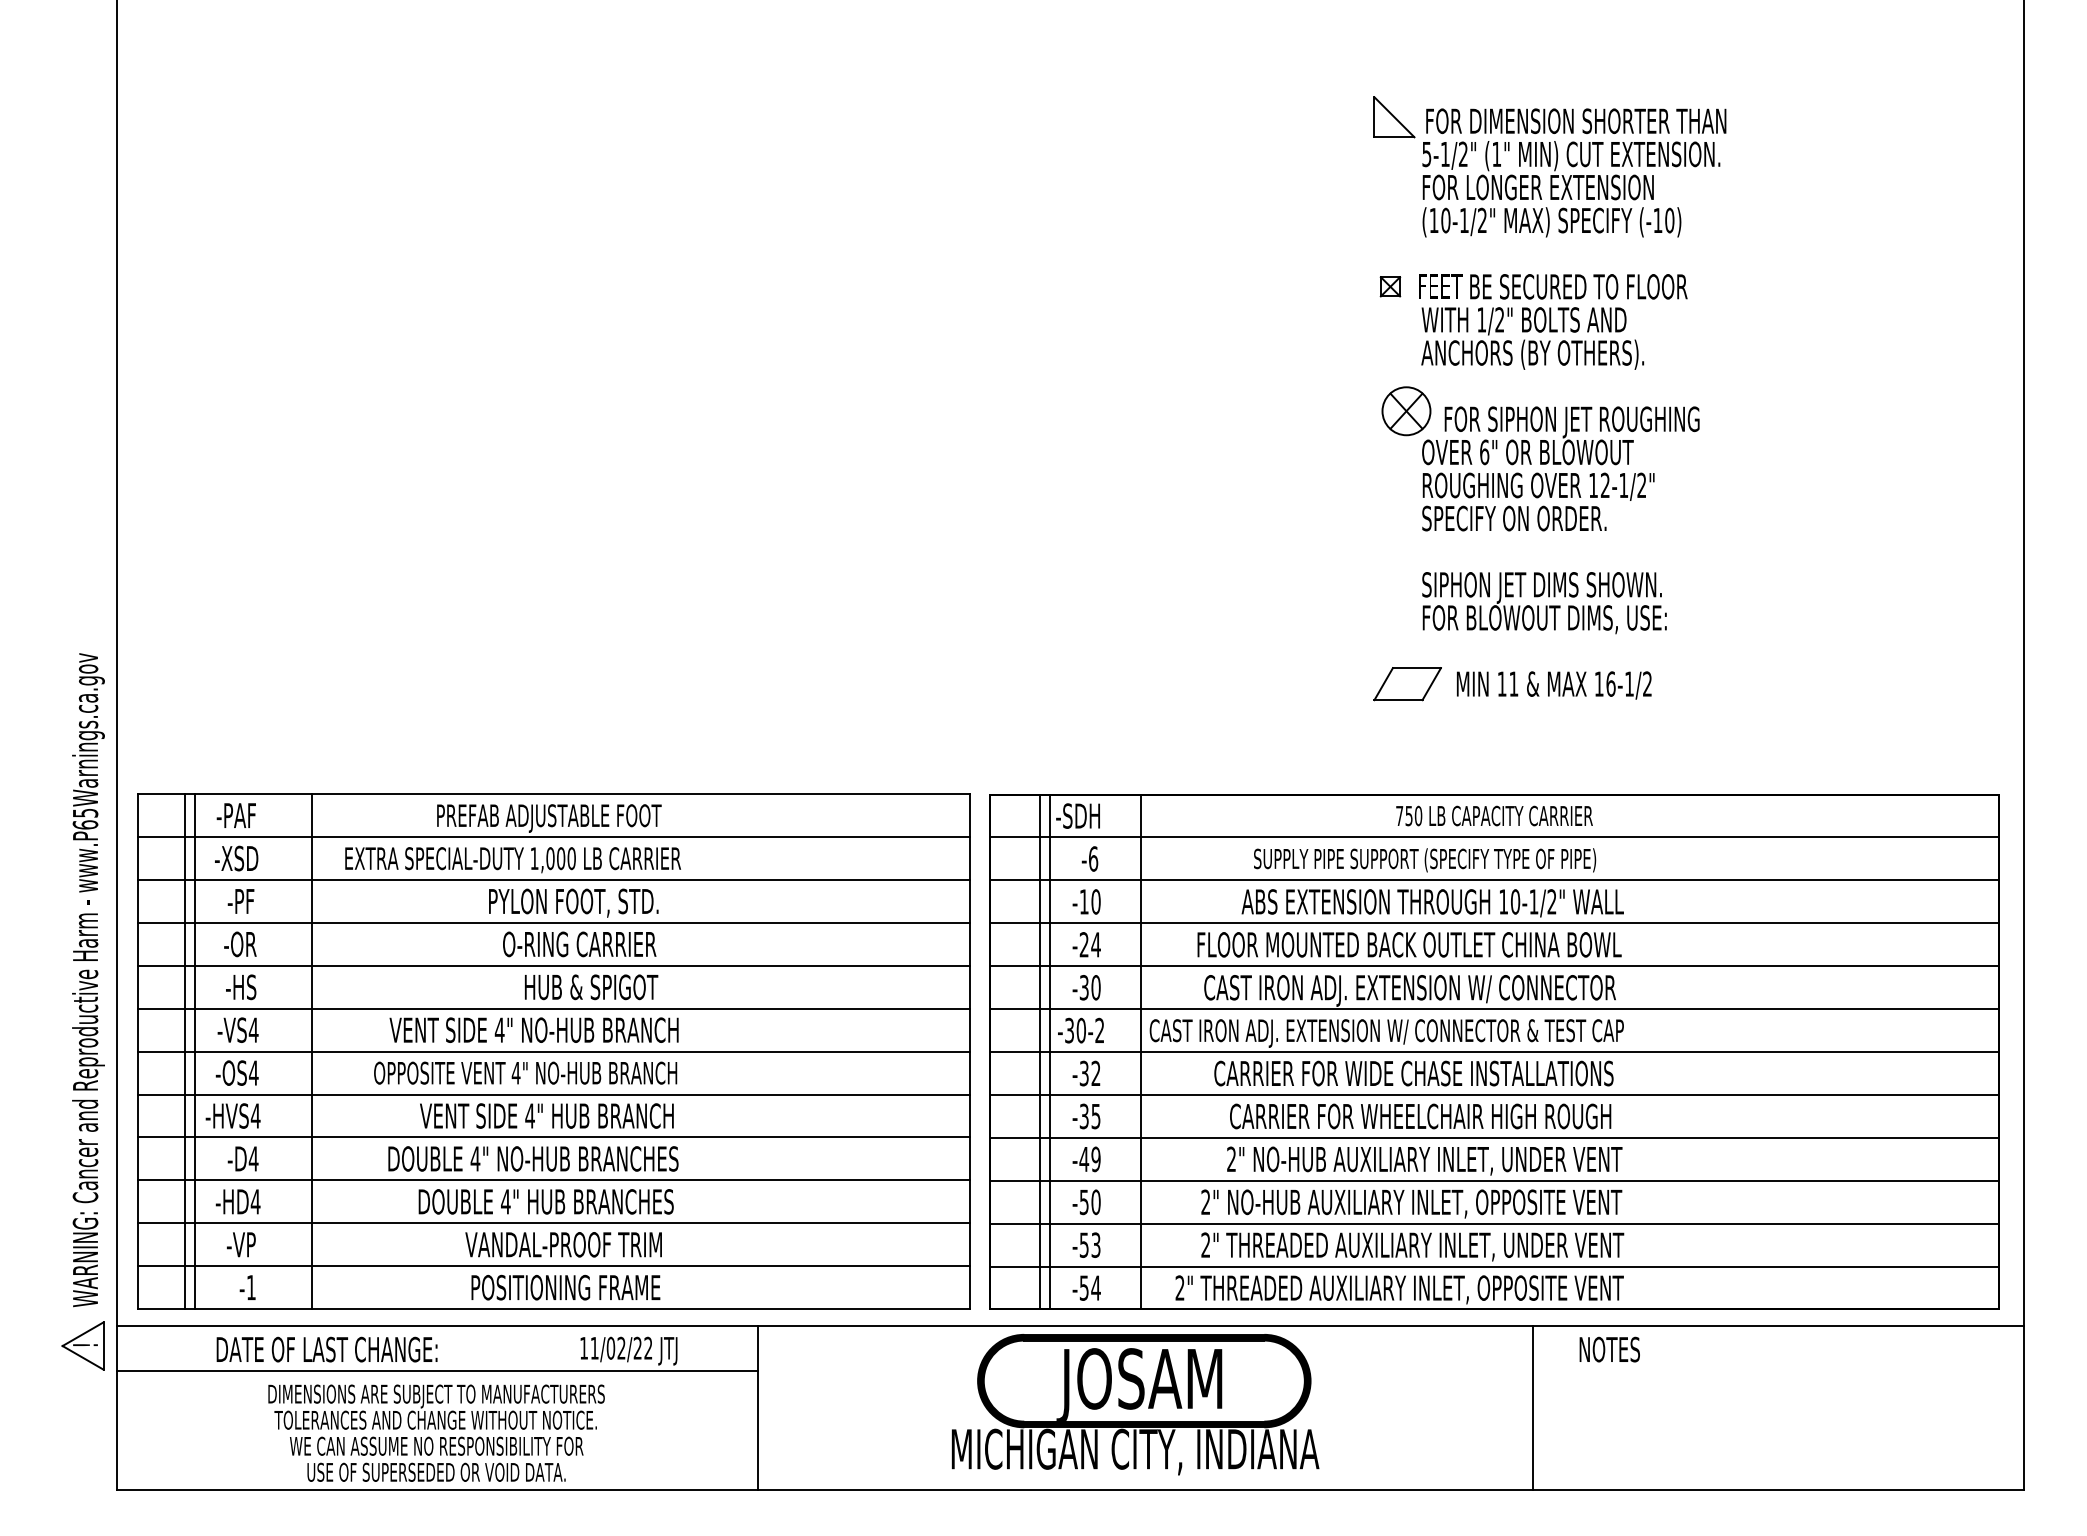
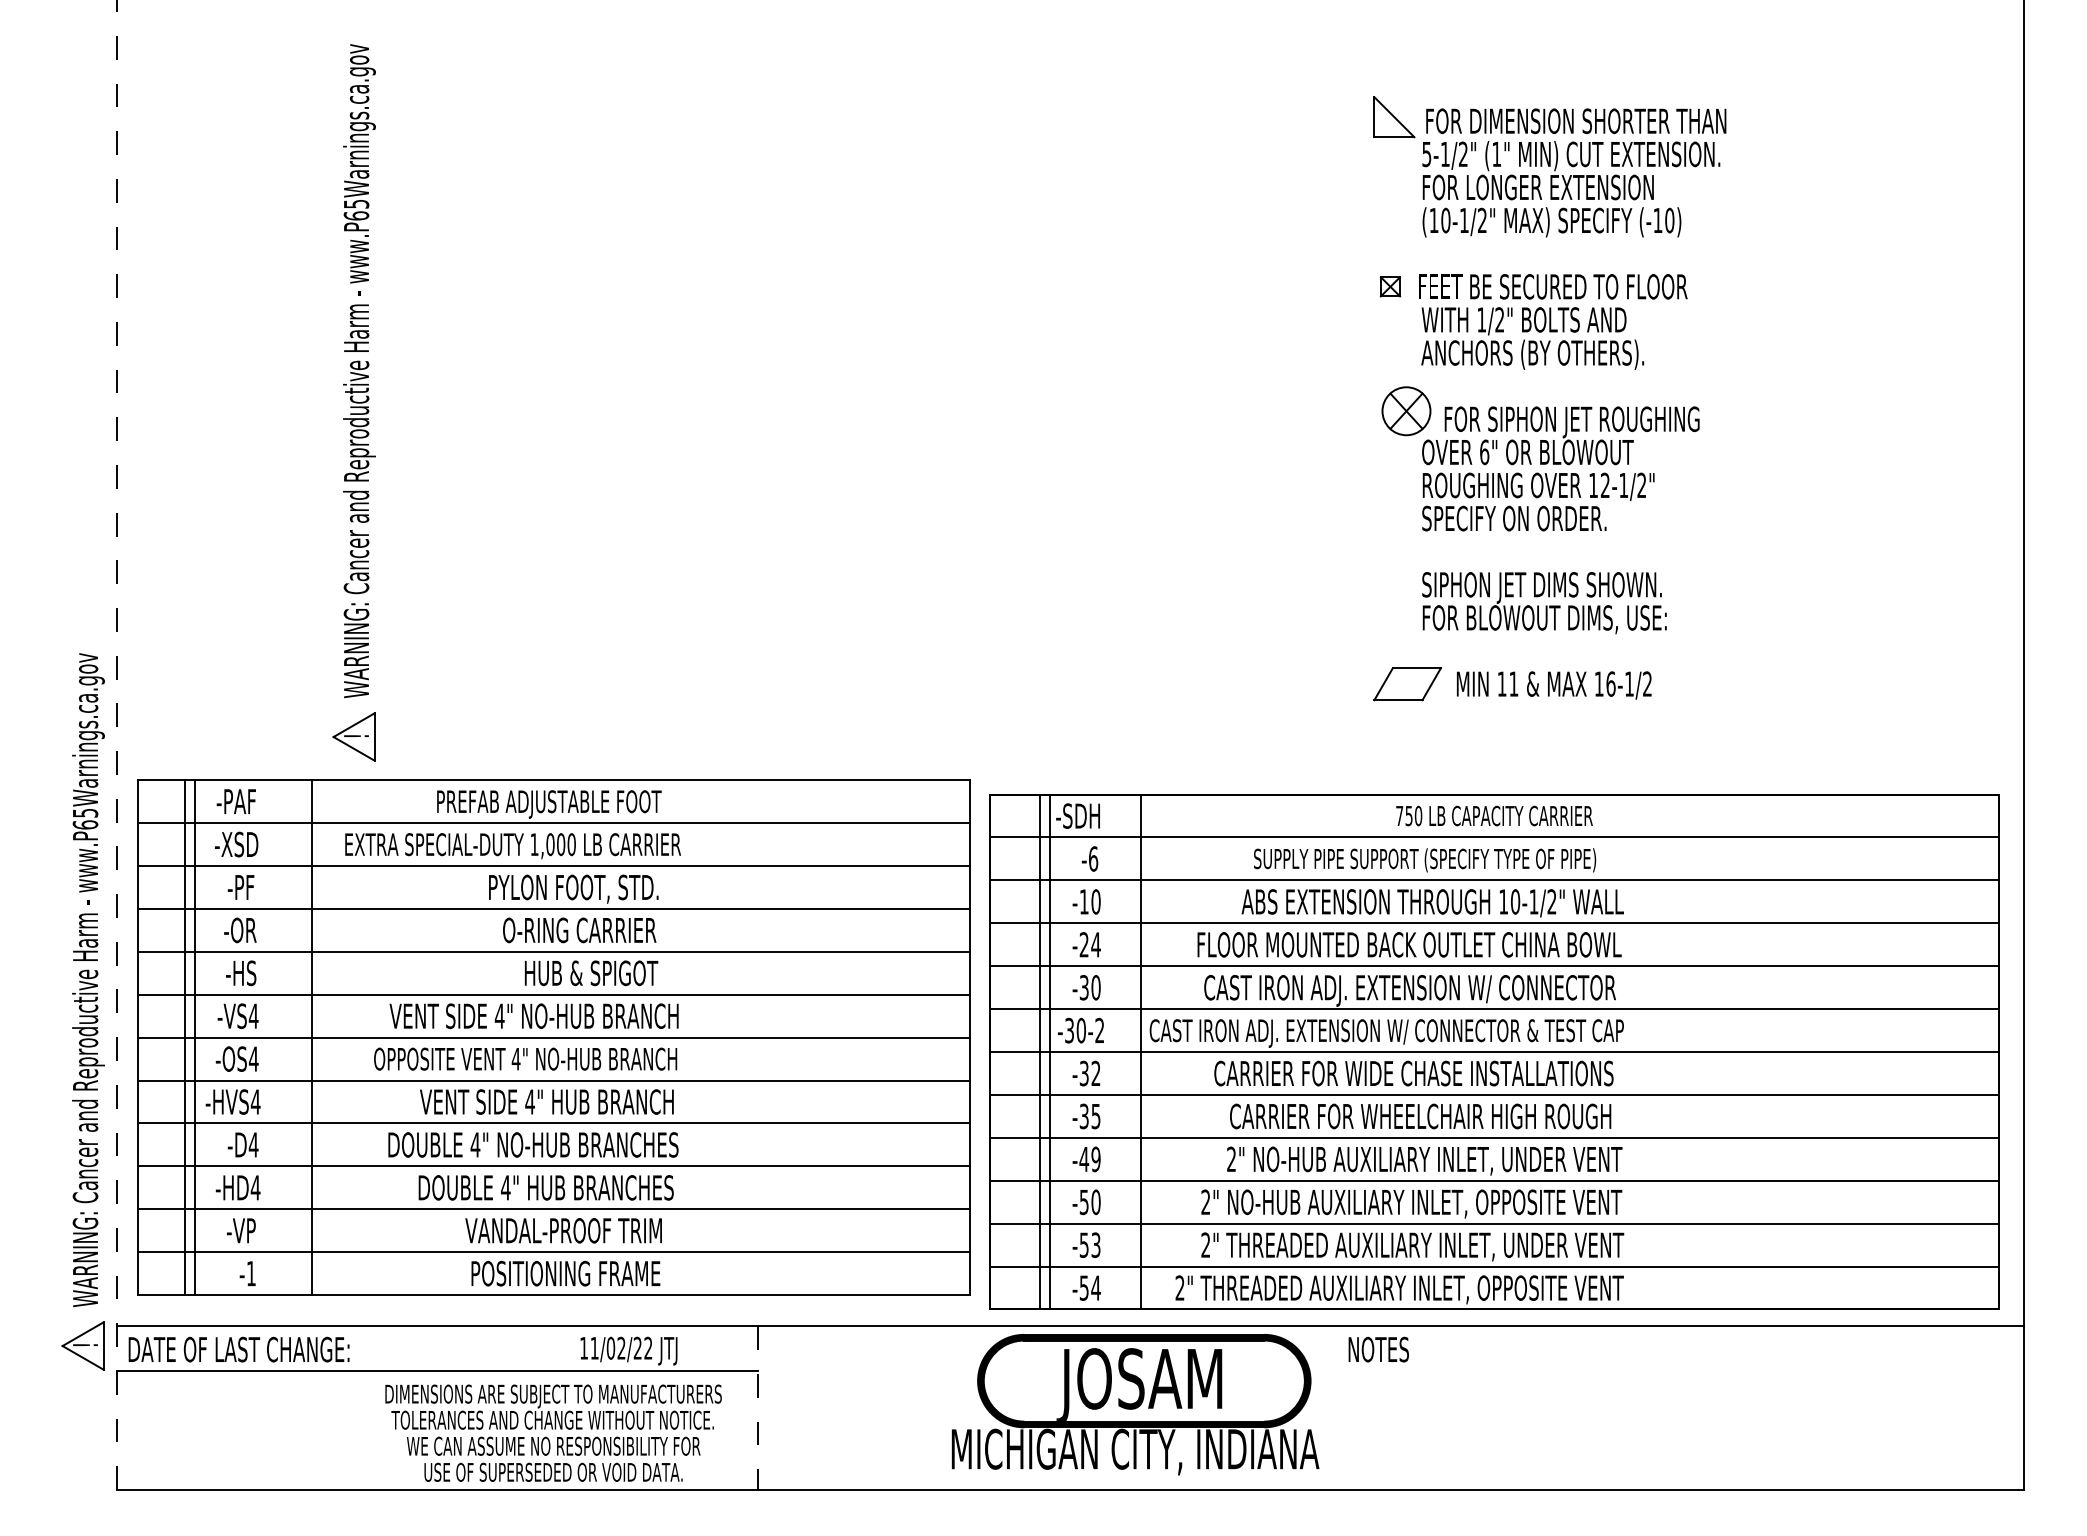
part at (353, 402): none -> present
line at (117, 745): solid -> dashed
part at (553, 1051) position: (553, 1051) -> (553, 1037)
text at (326, 1349) position: (326, 1349) -> (238, 1349)
text at (1609, 1349) position: (1609, 1349) -> (1378, 1349)
line at (757, 1408): solid -> dashed
line at (1532, 1408): present -> none
text at (436, 1432) position: (436, 1432) -> (553, 1432)
